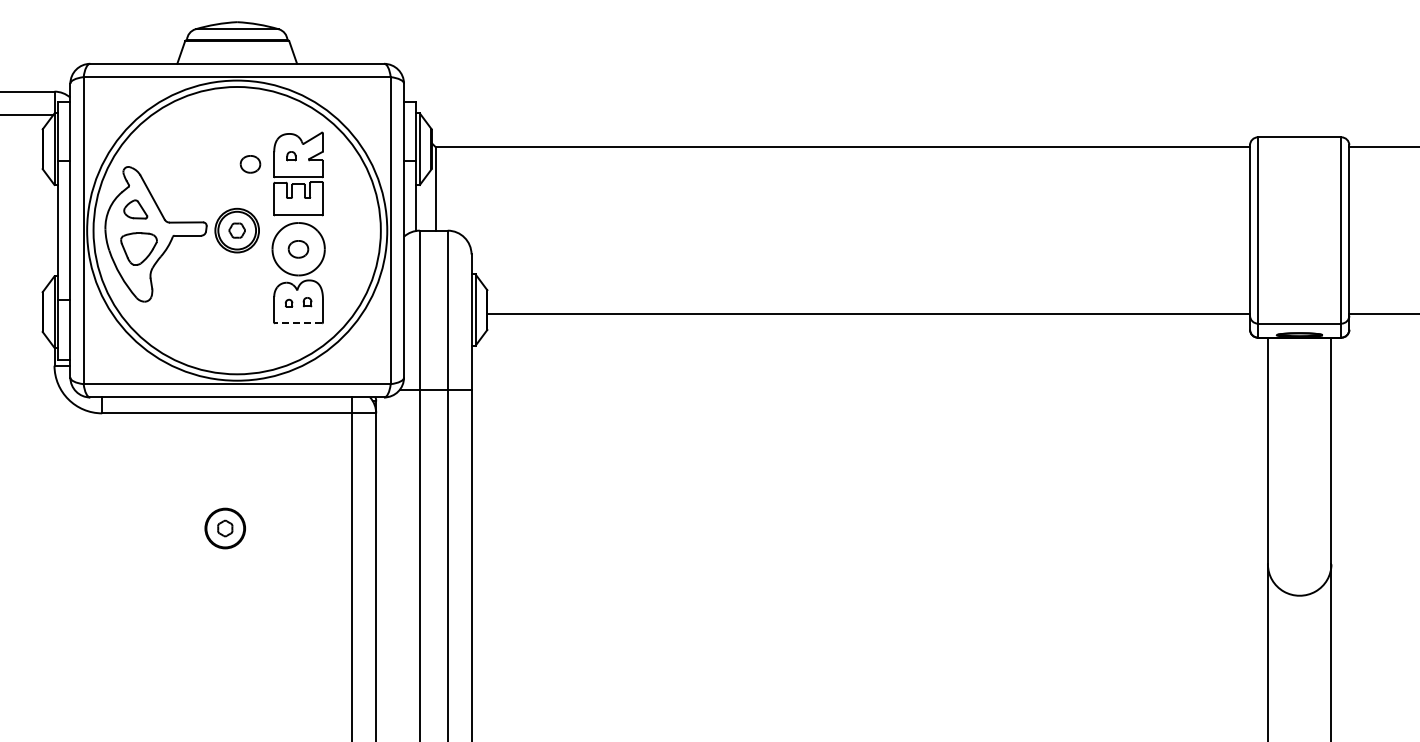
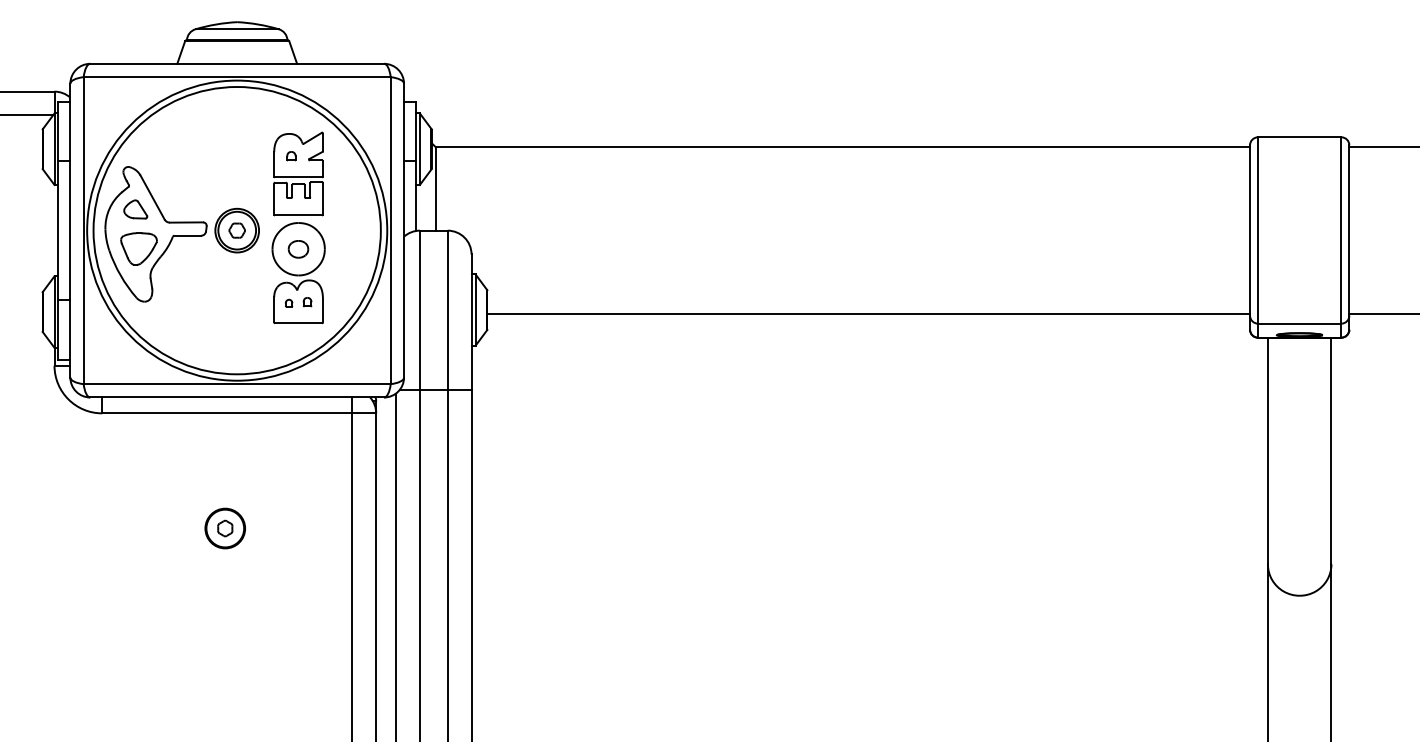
part at (250, 164): present -> none
line at (298, 323): dashed -> solid
line at (396, 565): none -> present
